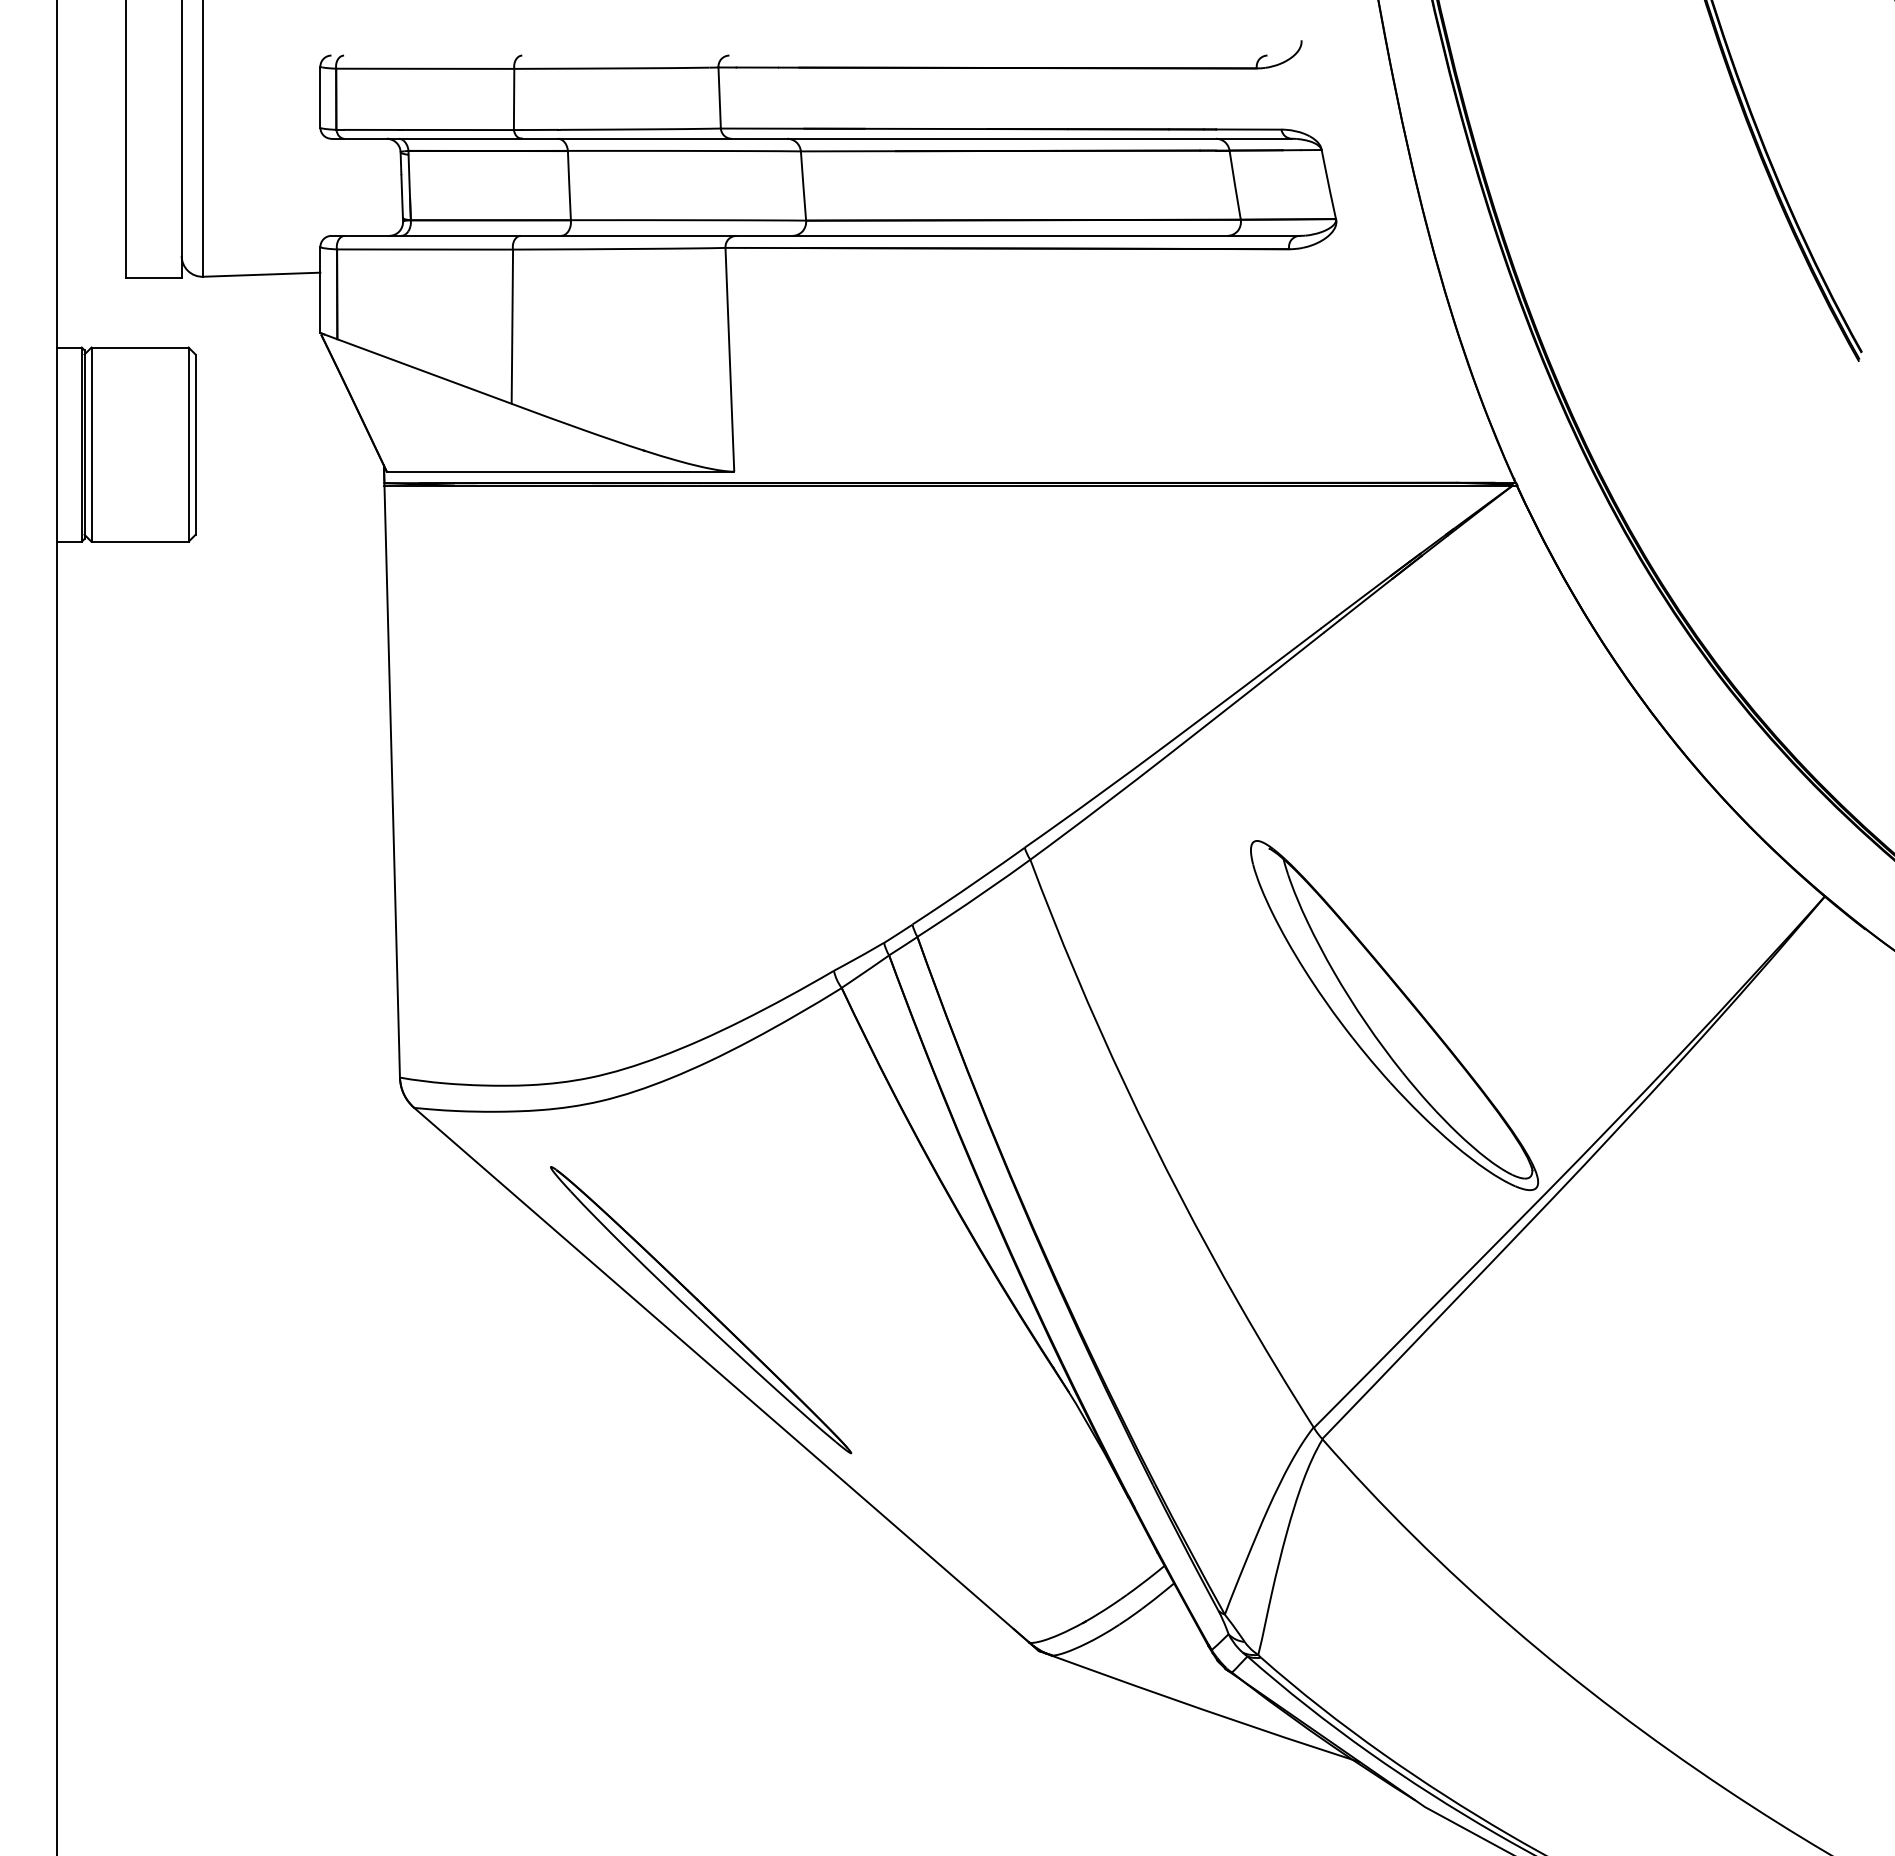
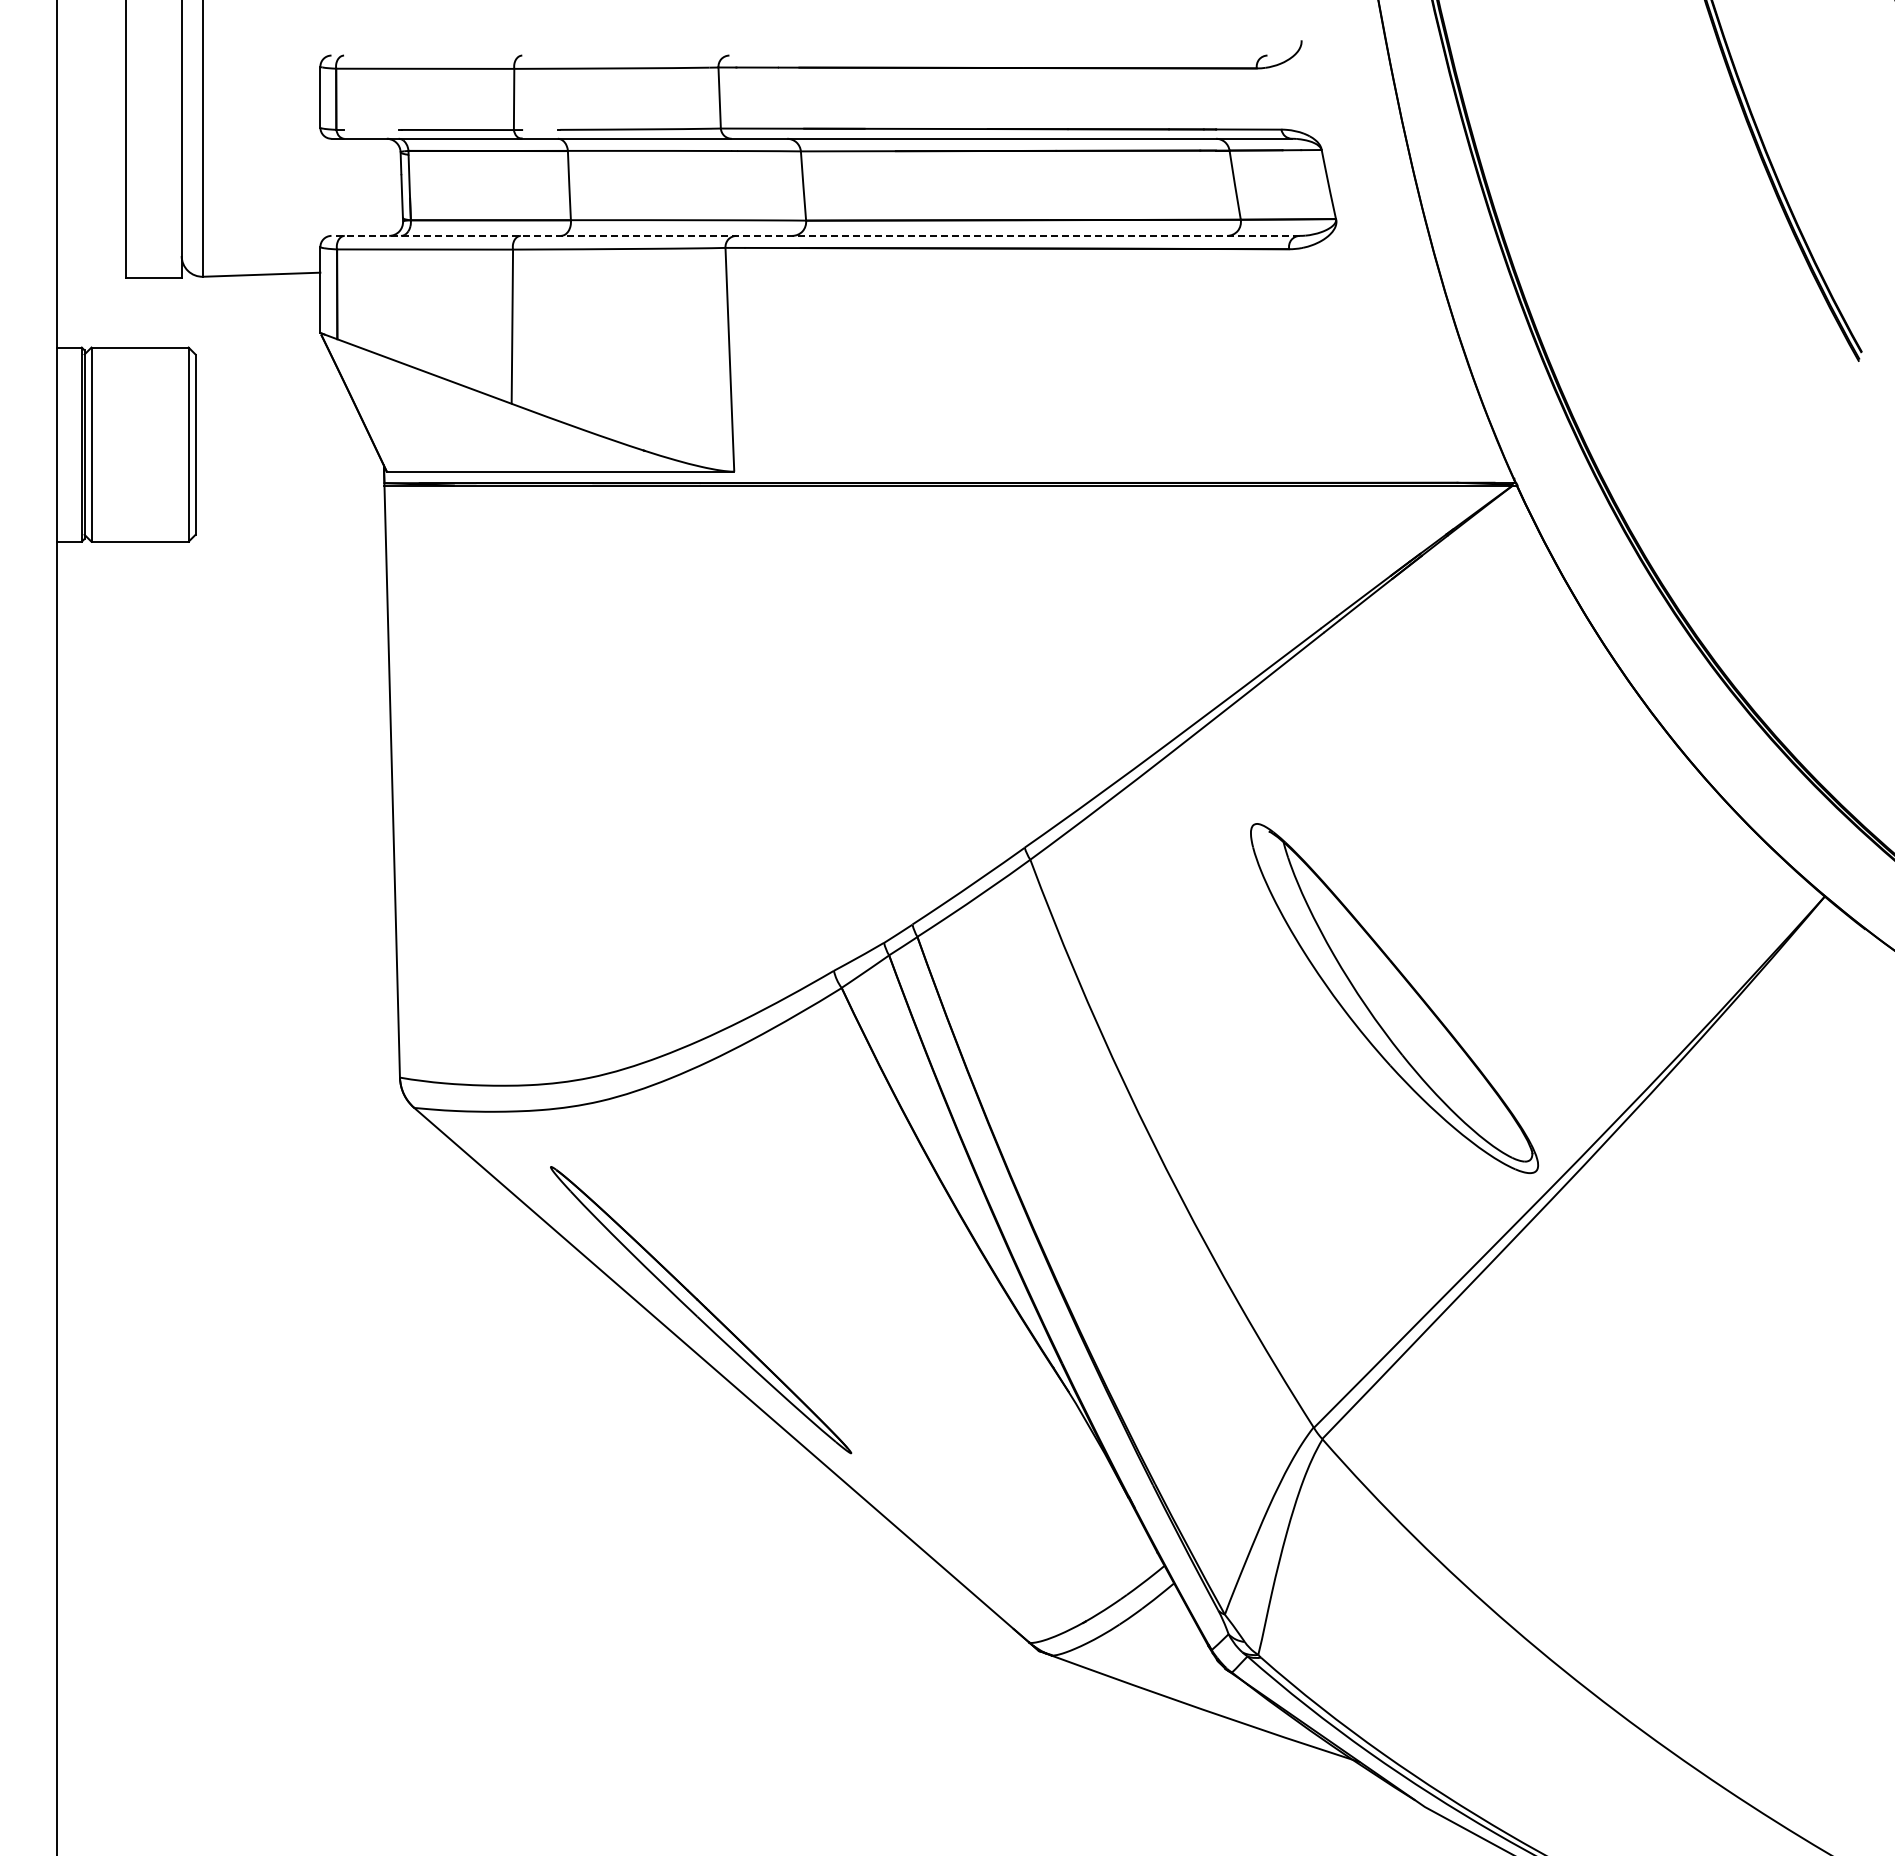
line at (371, 129): present -> none
line at (539, 129): present -> none
line at (815, 235): solid -> dashed
part at (1394, 1015) position: (1394, 1015) -> (1394, 998)
